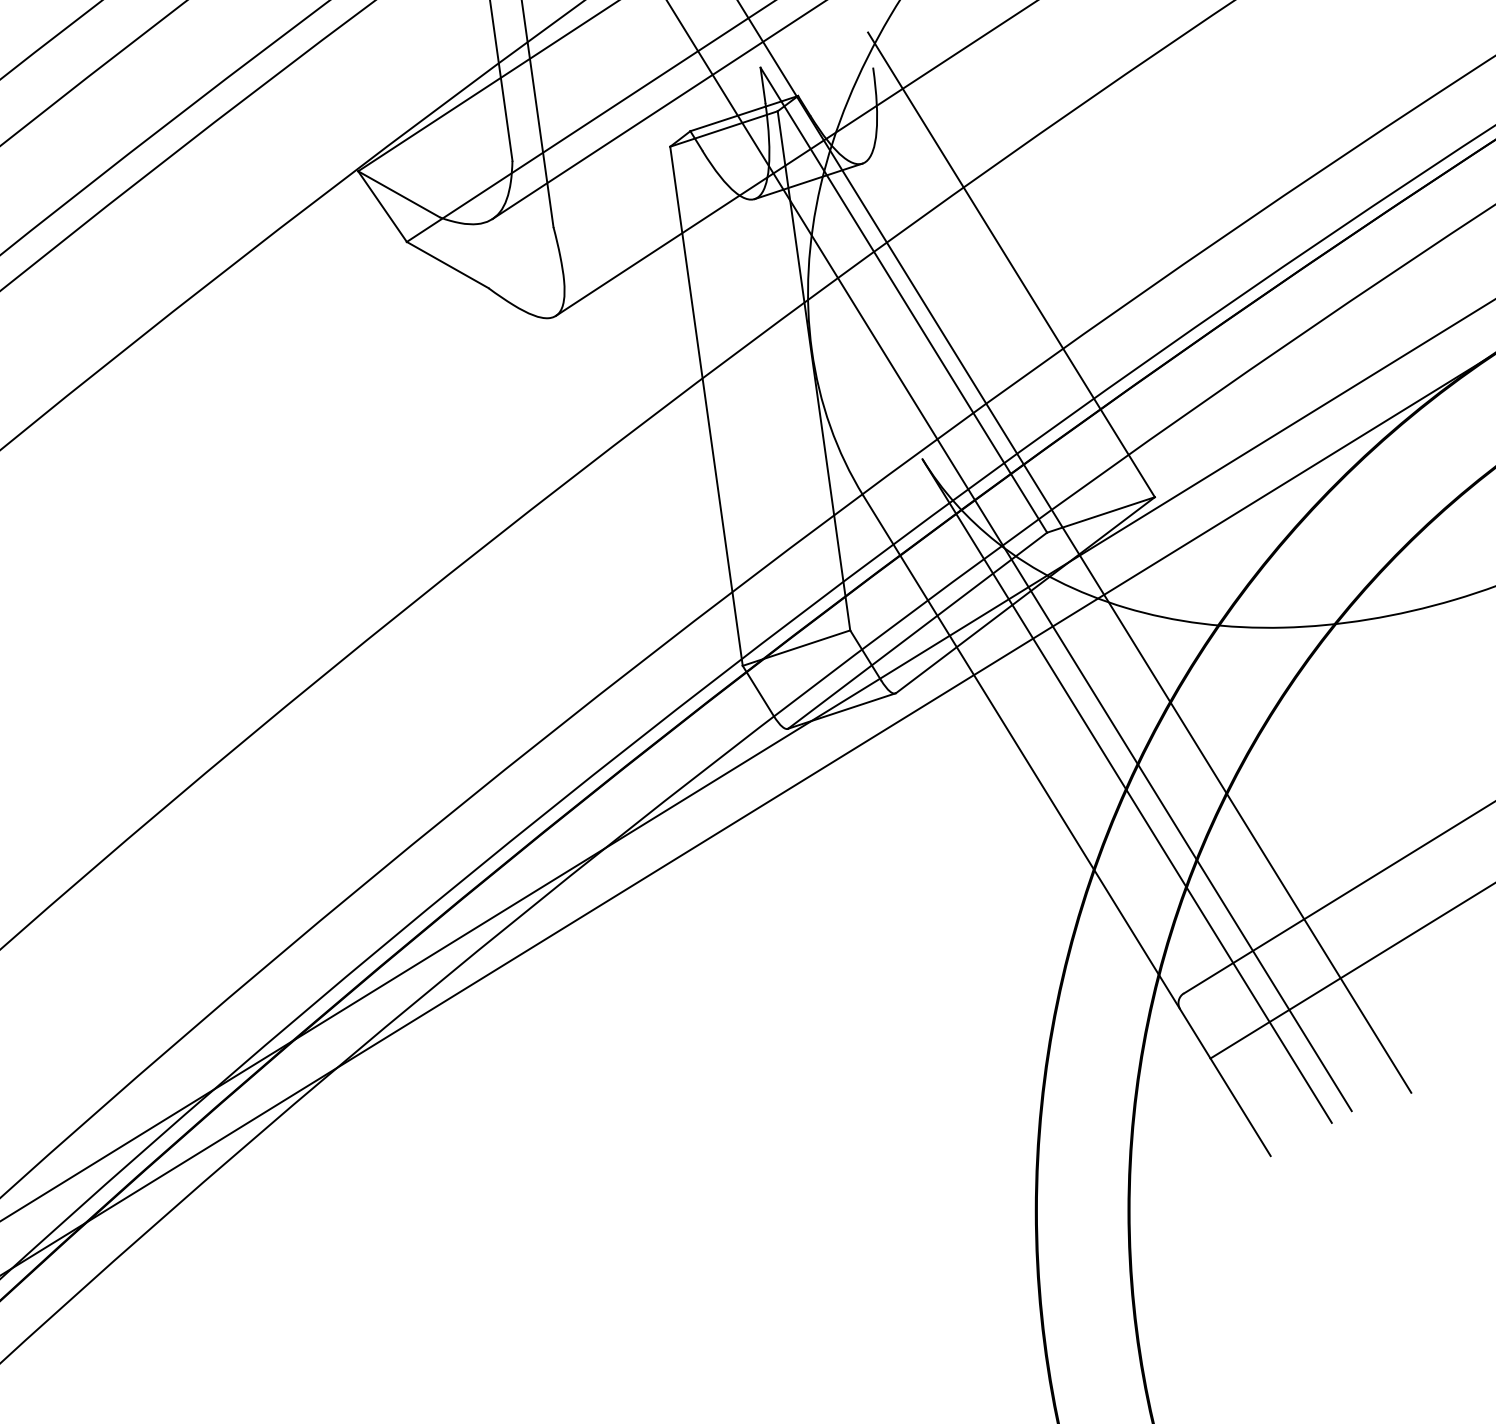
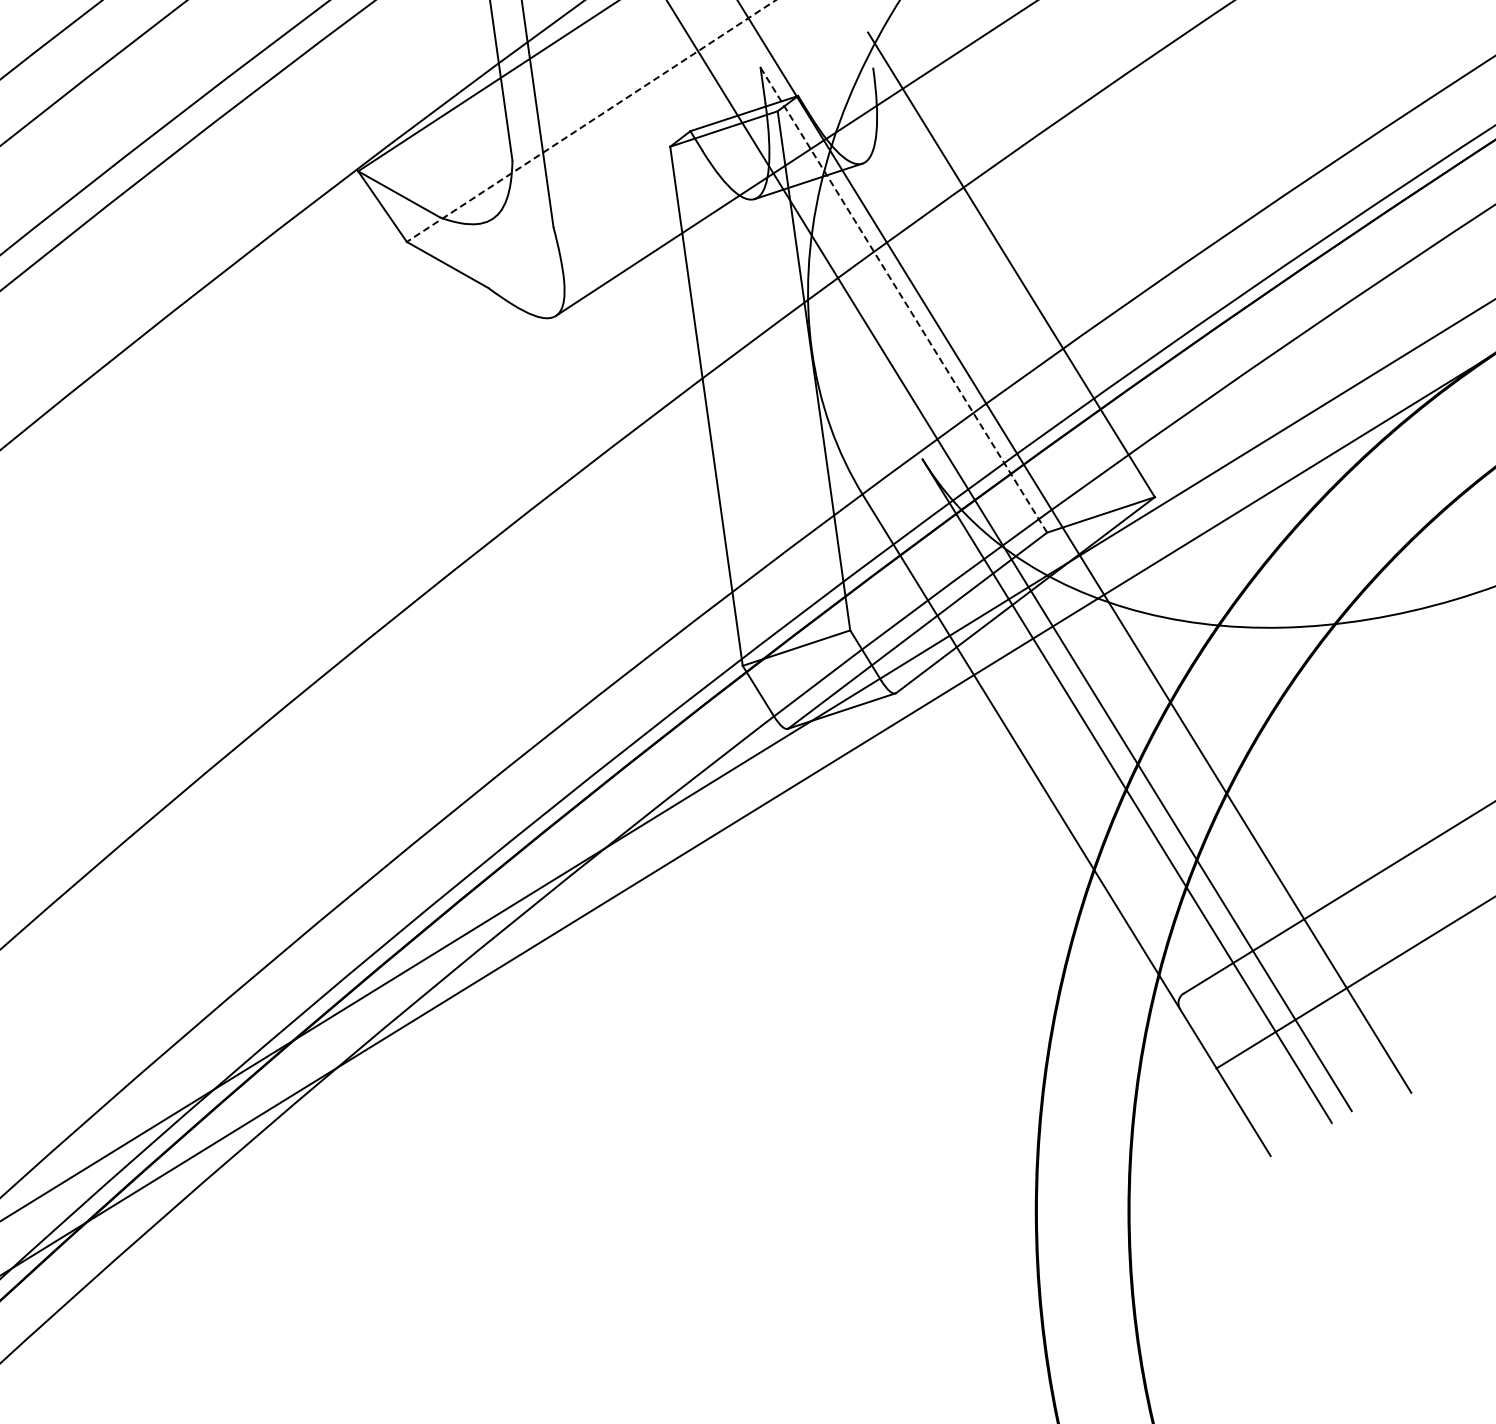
line at (657, 110): present -> none
line at (590, 121): solid -> dashed
line at (904, 300): solid -> dashed
line at (1351, 971) position: (1351, 971) -> (1354, 983)
